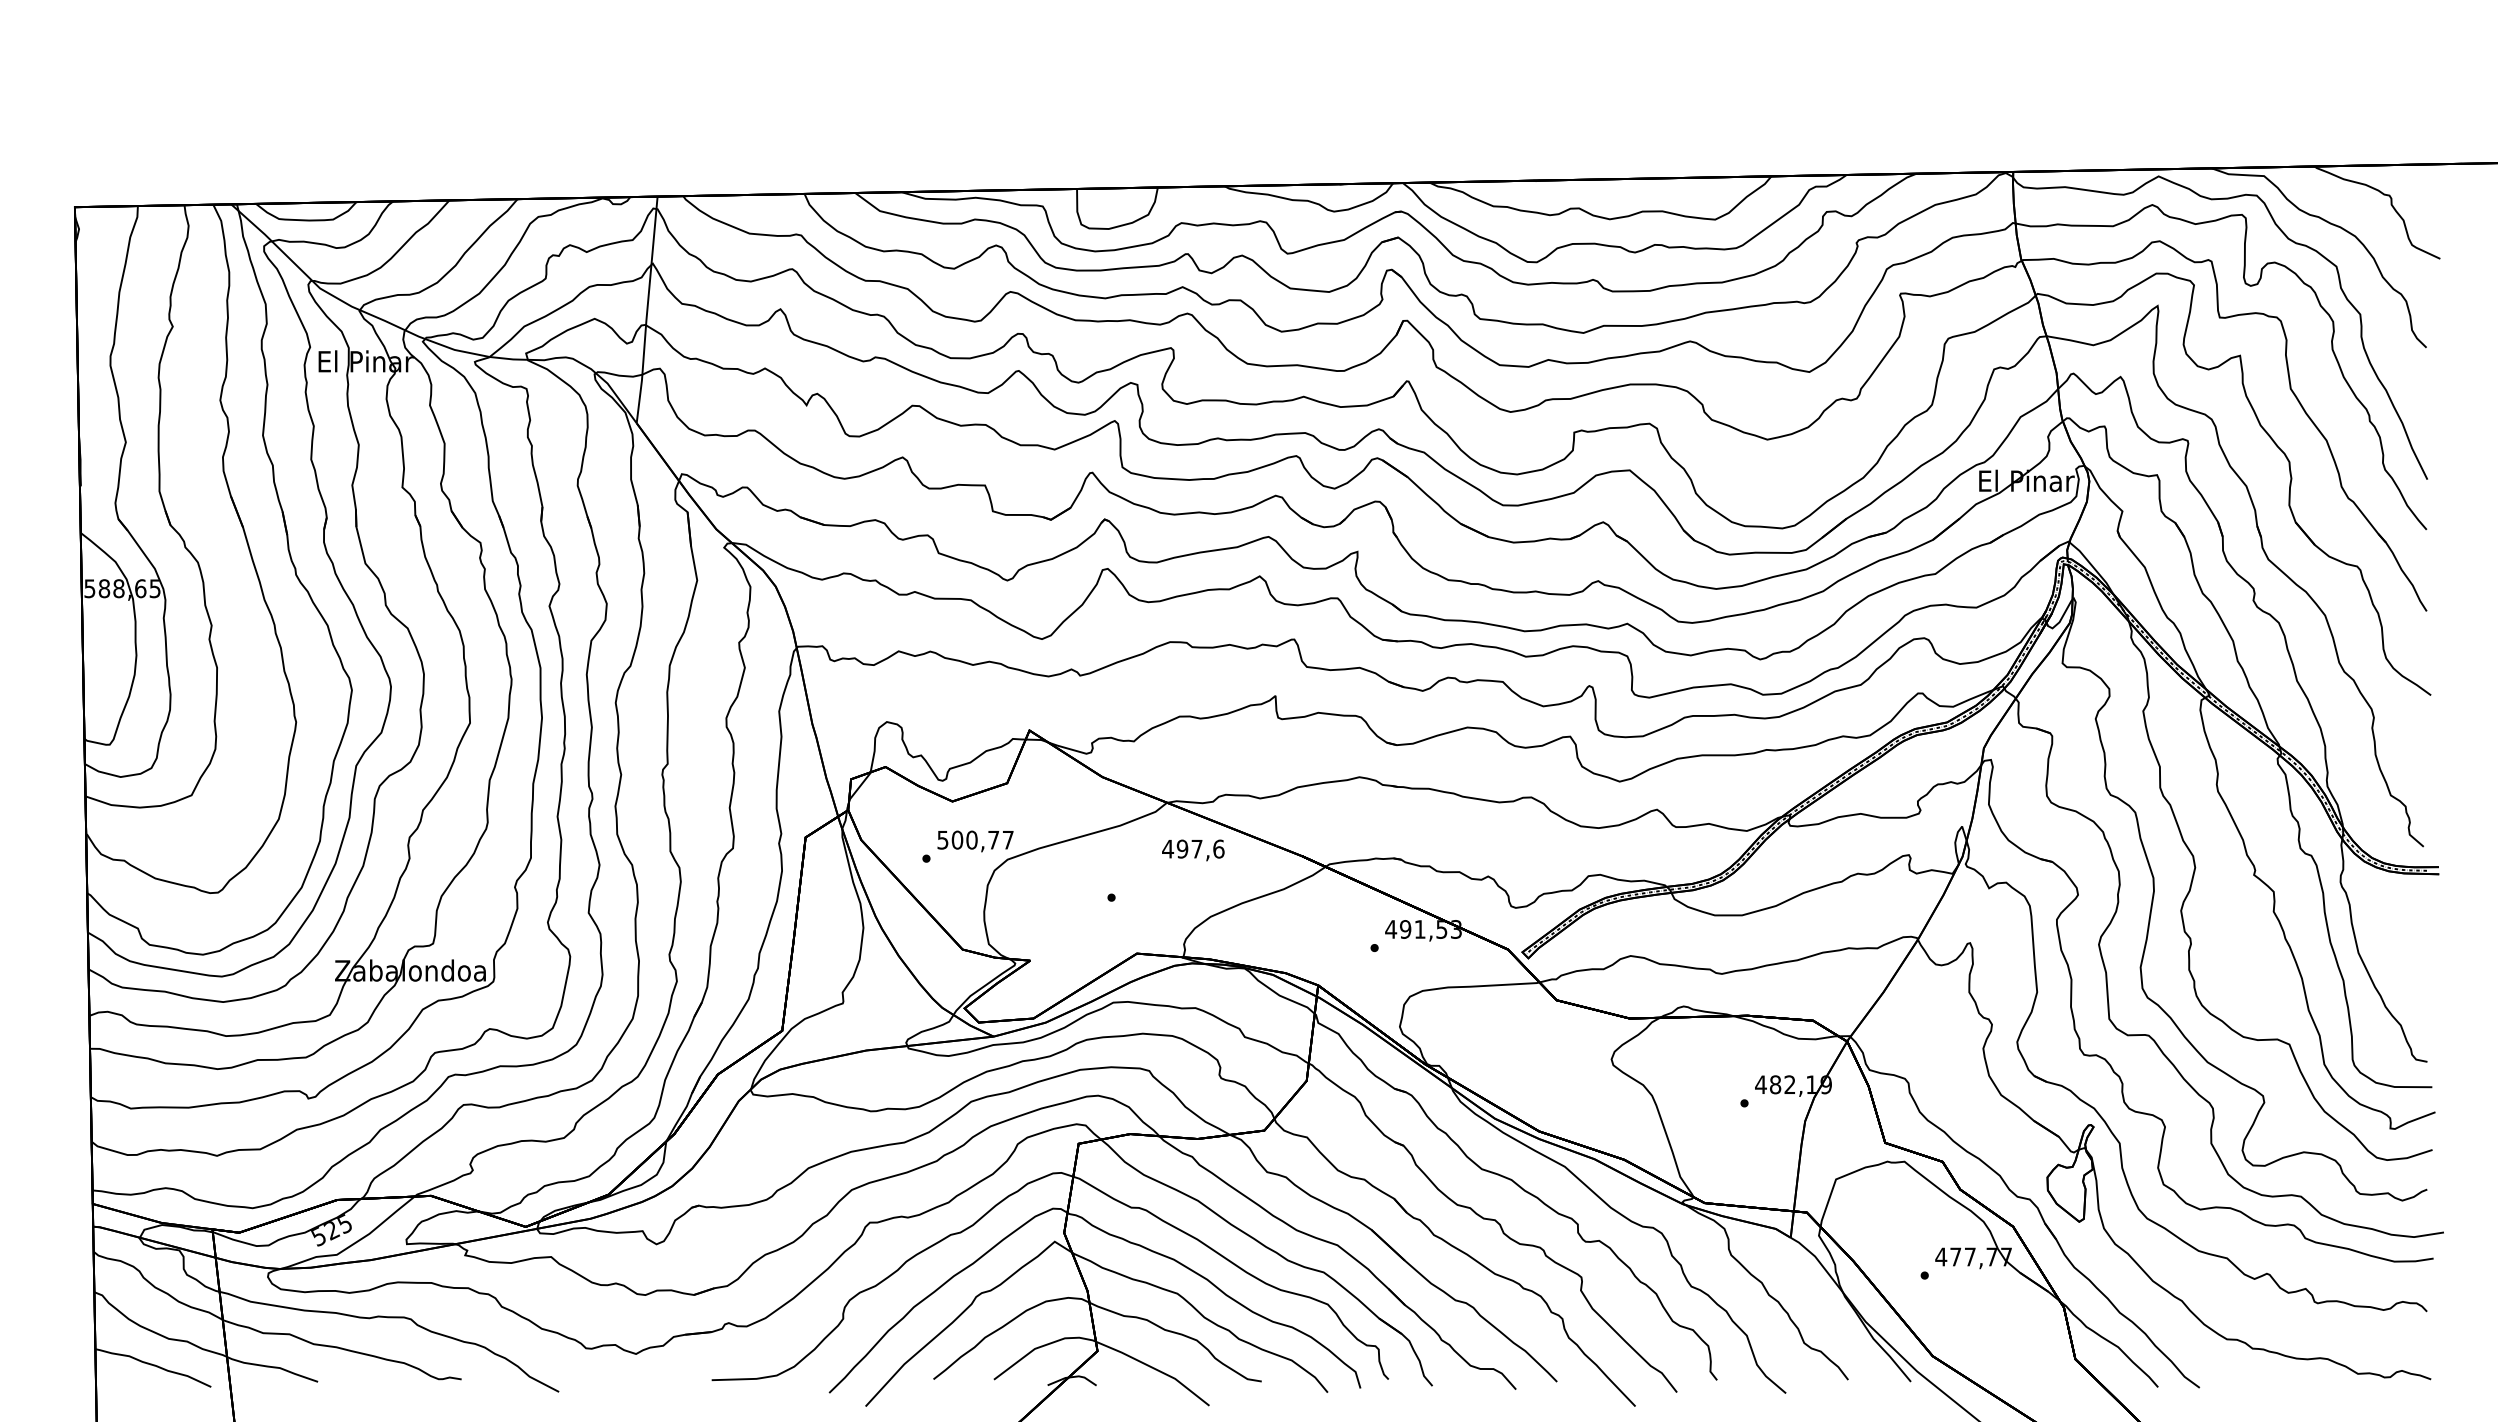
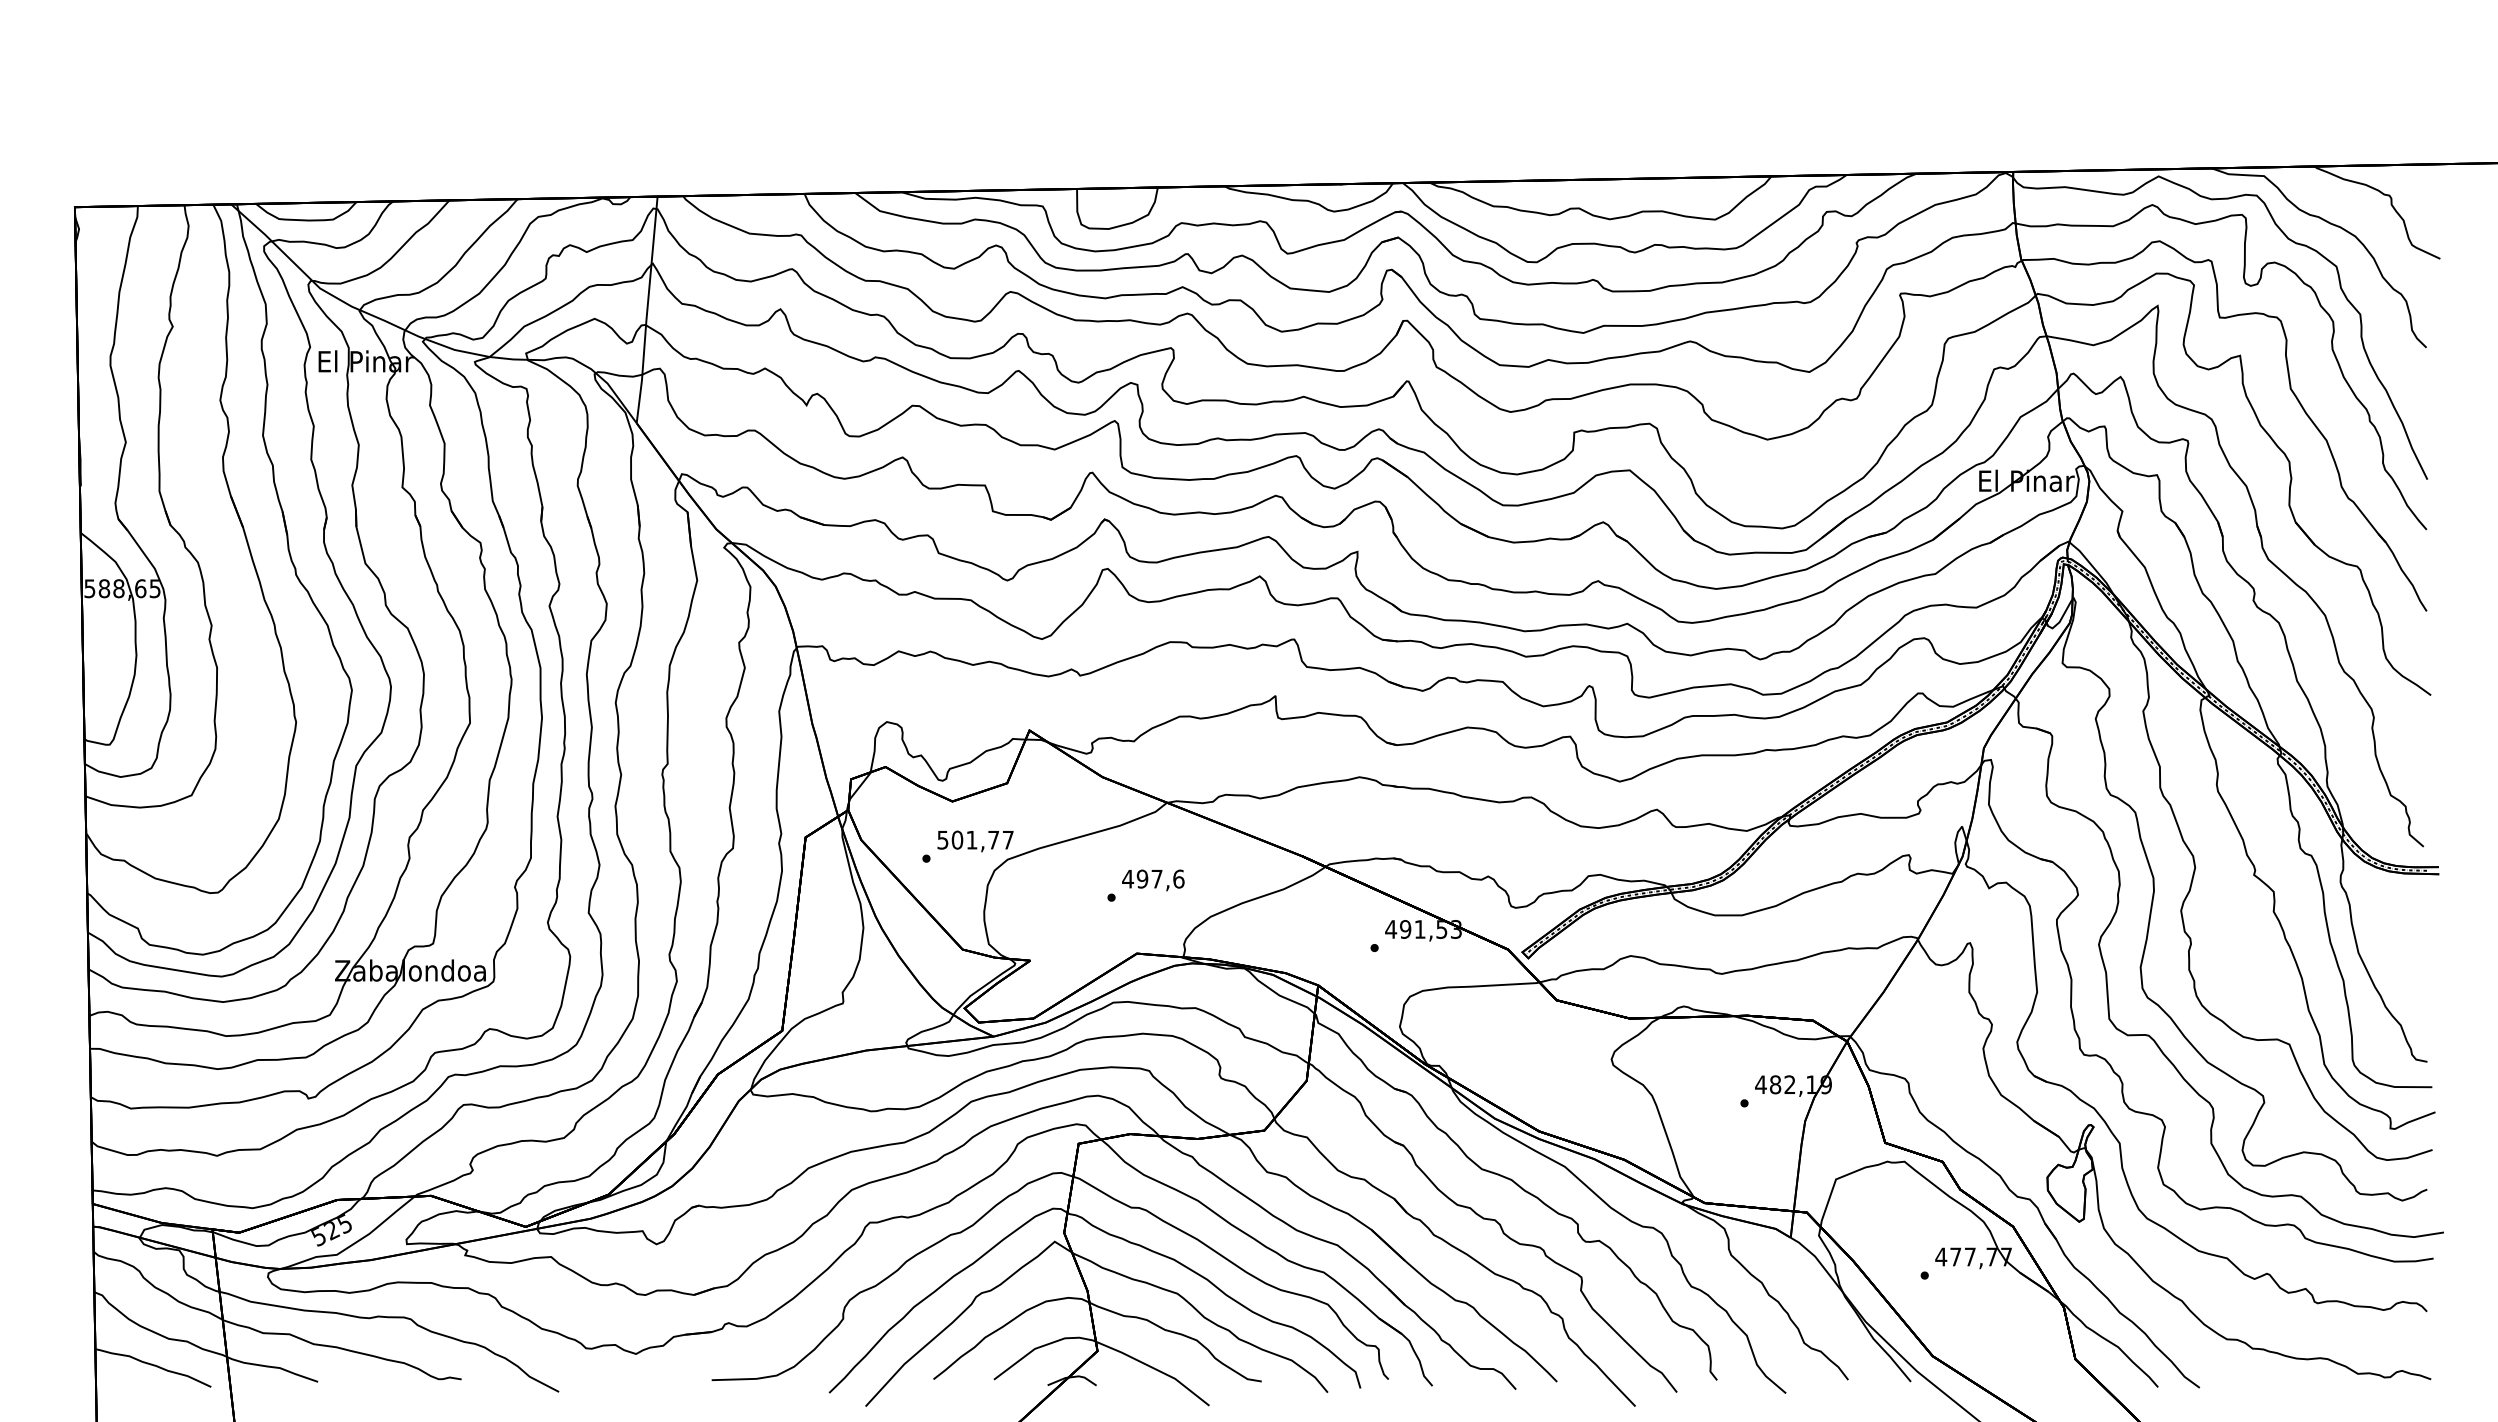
text at (971, 839): 500,77 -> 501,77
text at (1193, 850) position: (1193, 850) -> (1153, 880)
